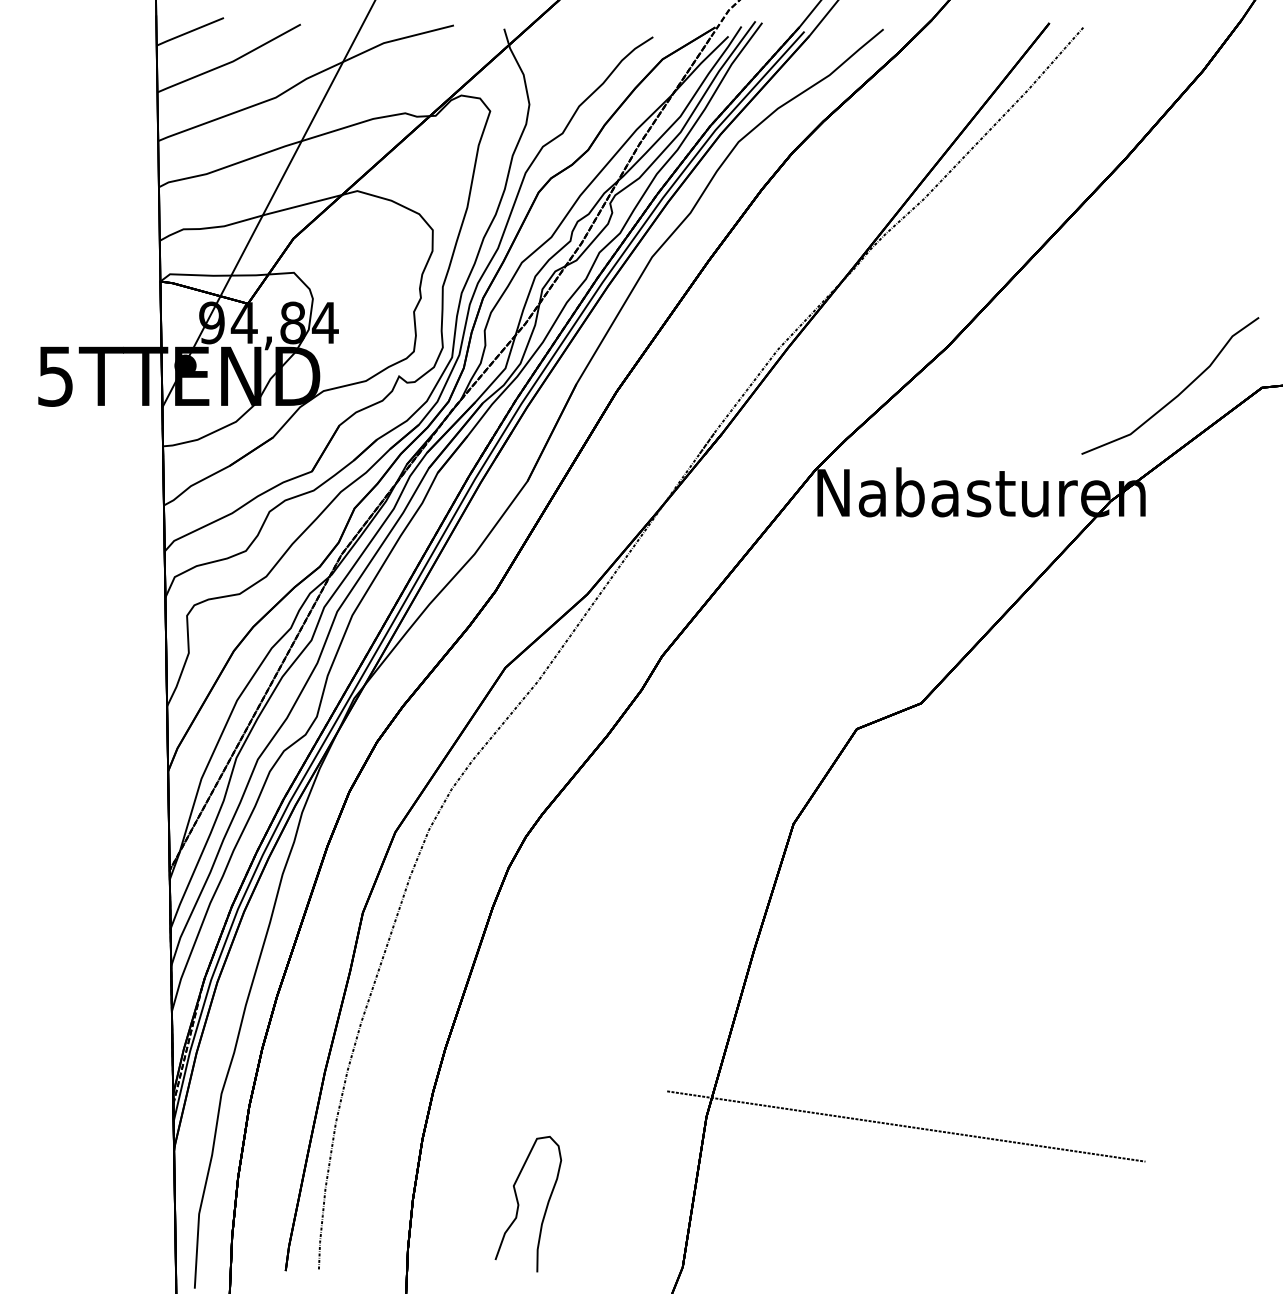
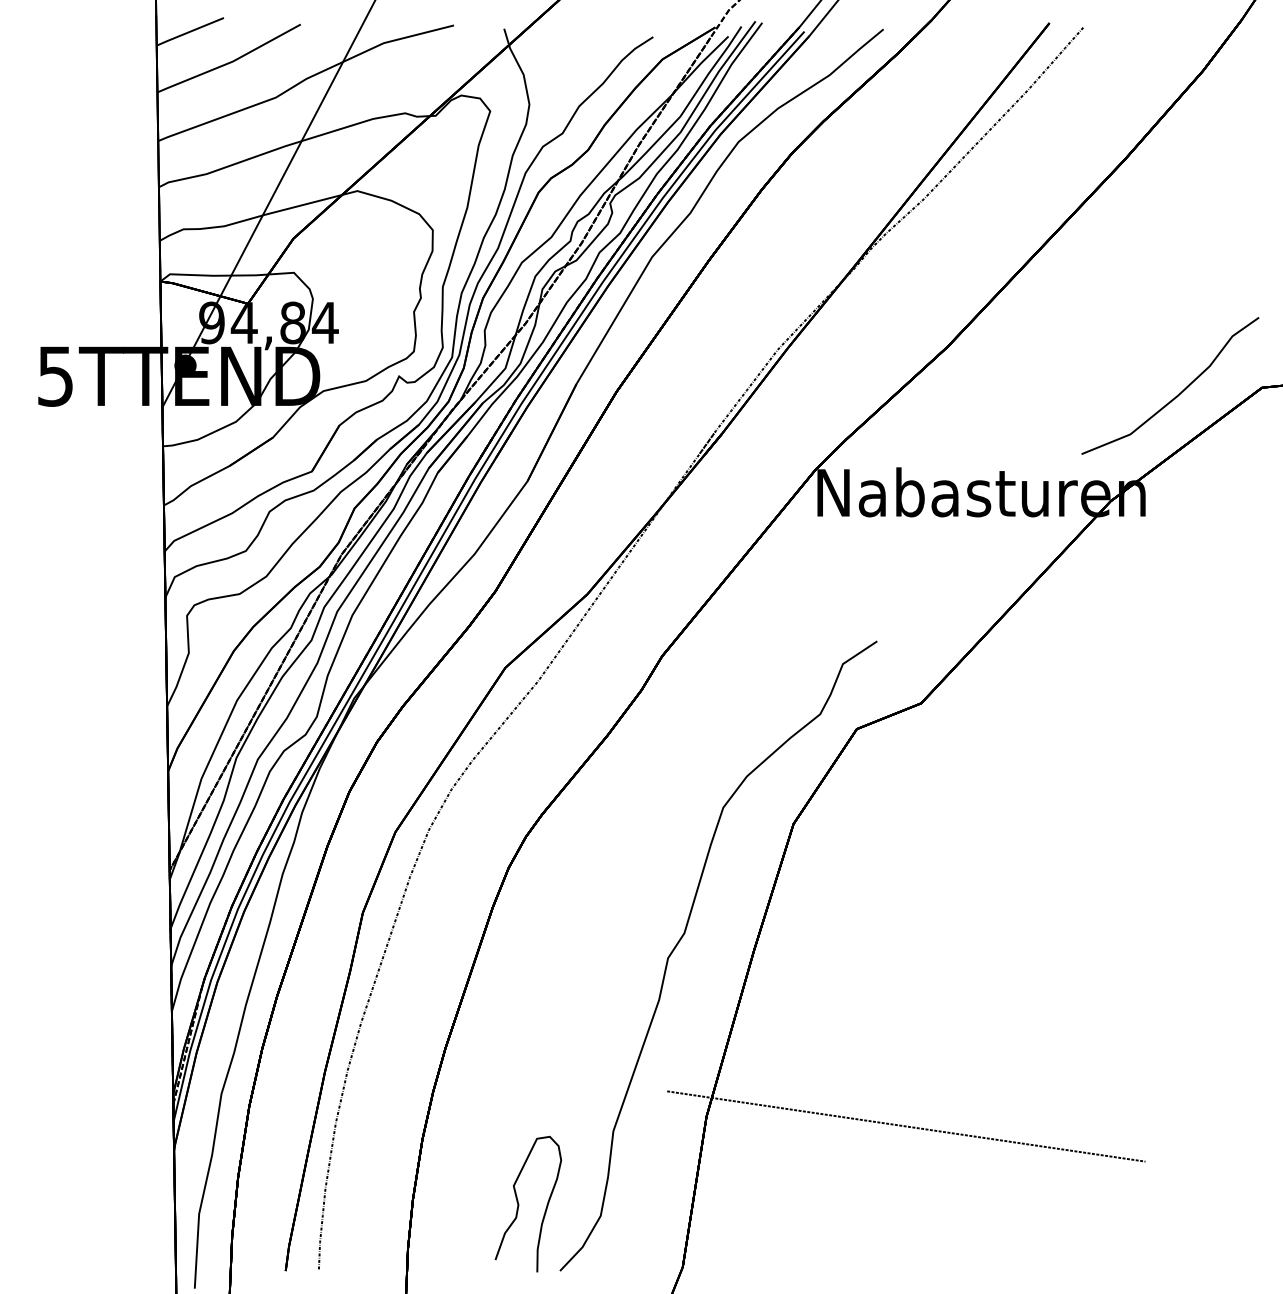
curve at (684, 935): none -> present
